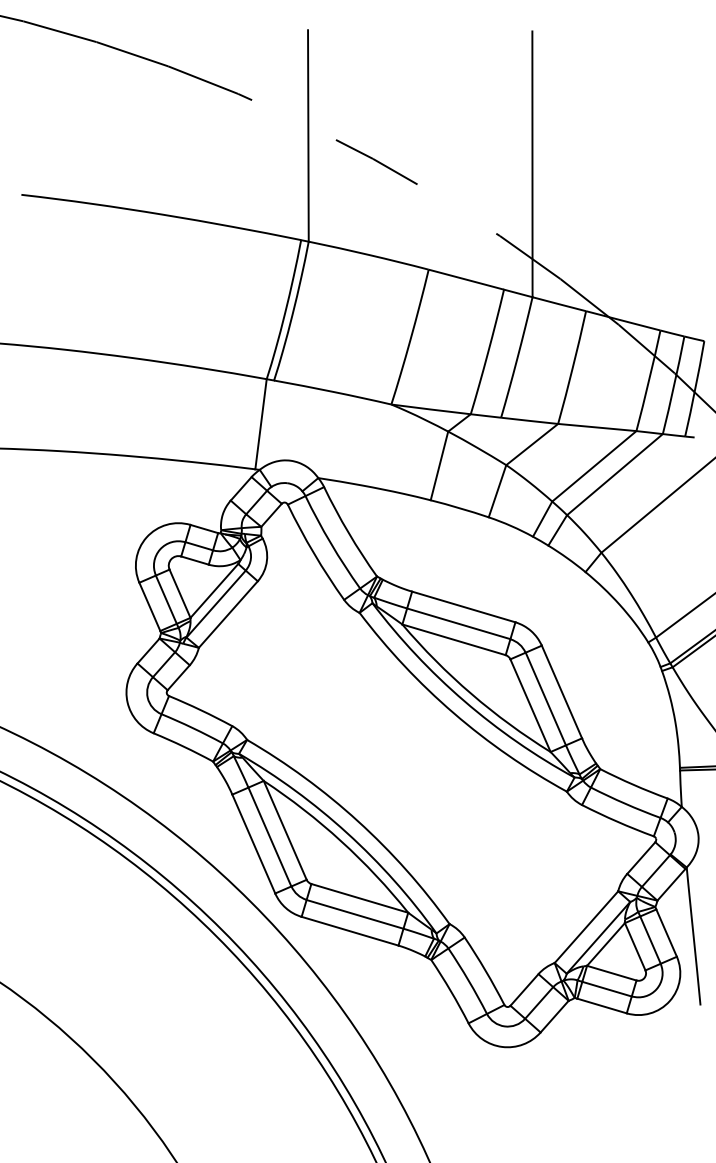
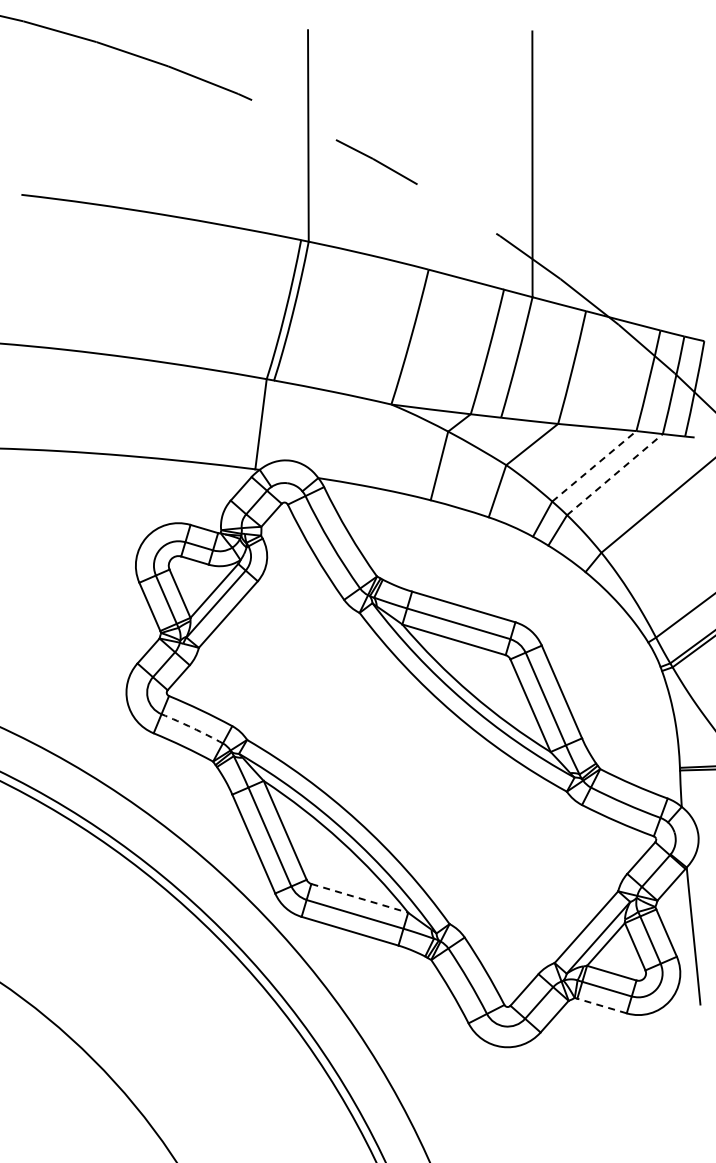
line at (594, 466): solid -> dashed
line at (614, 474): solid -> dashed
arc at (192, 728): solid -> dashed
line at (359, 898): solid -> dashed
line at (602, 1006): solid -> dashed
